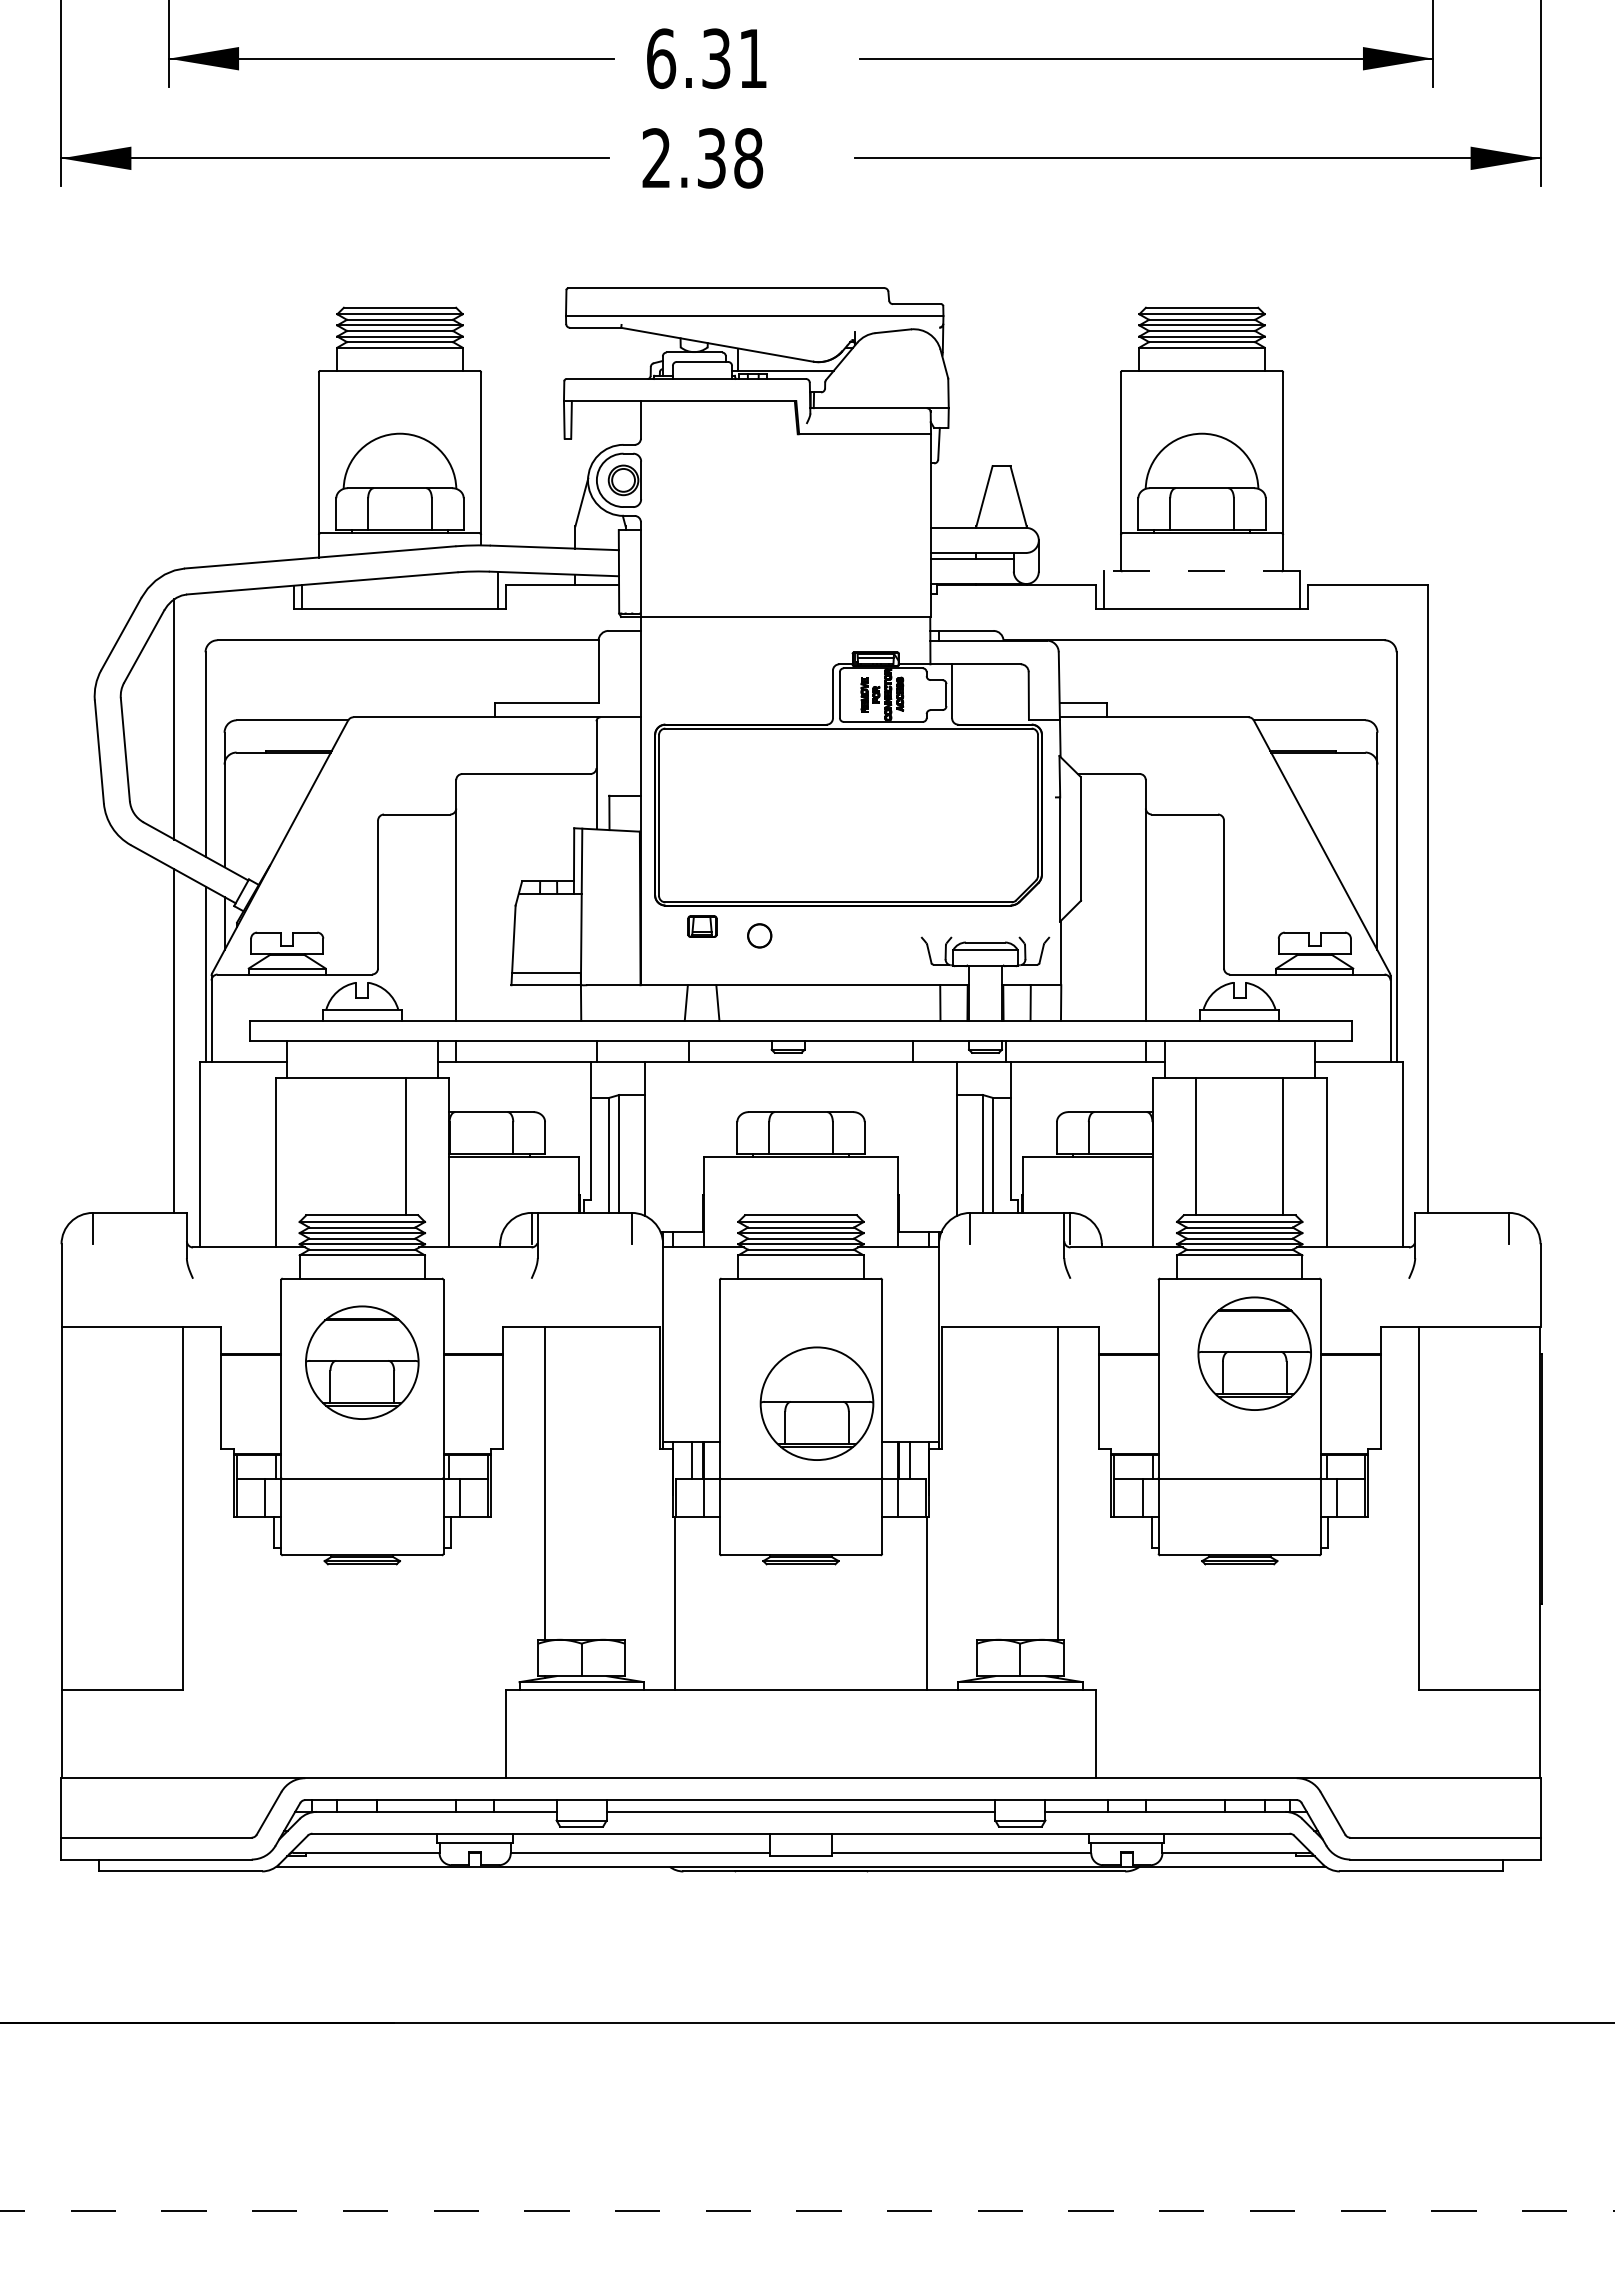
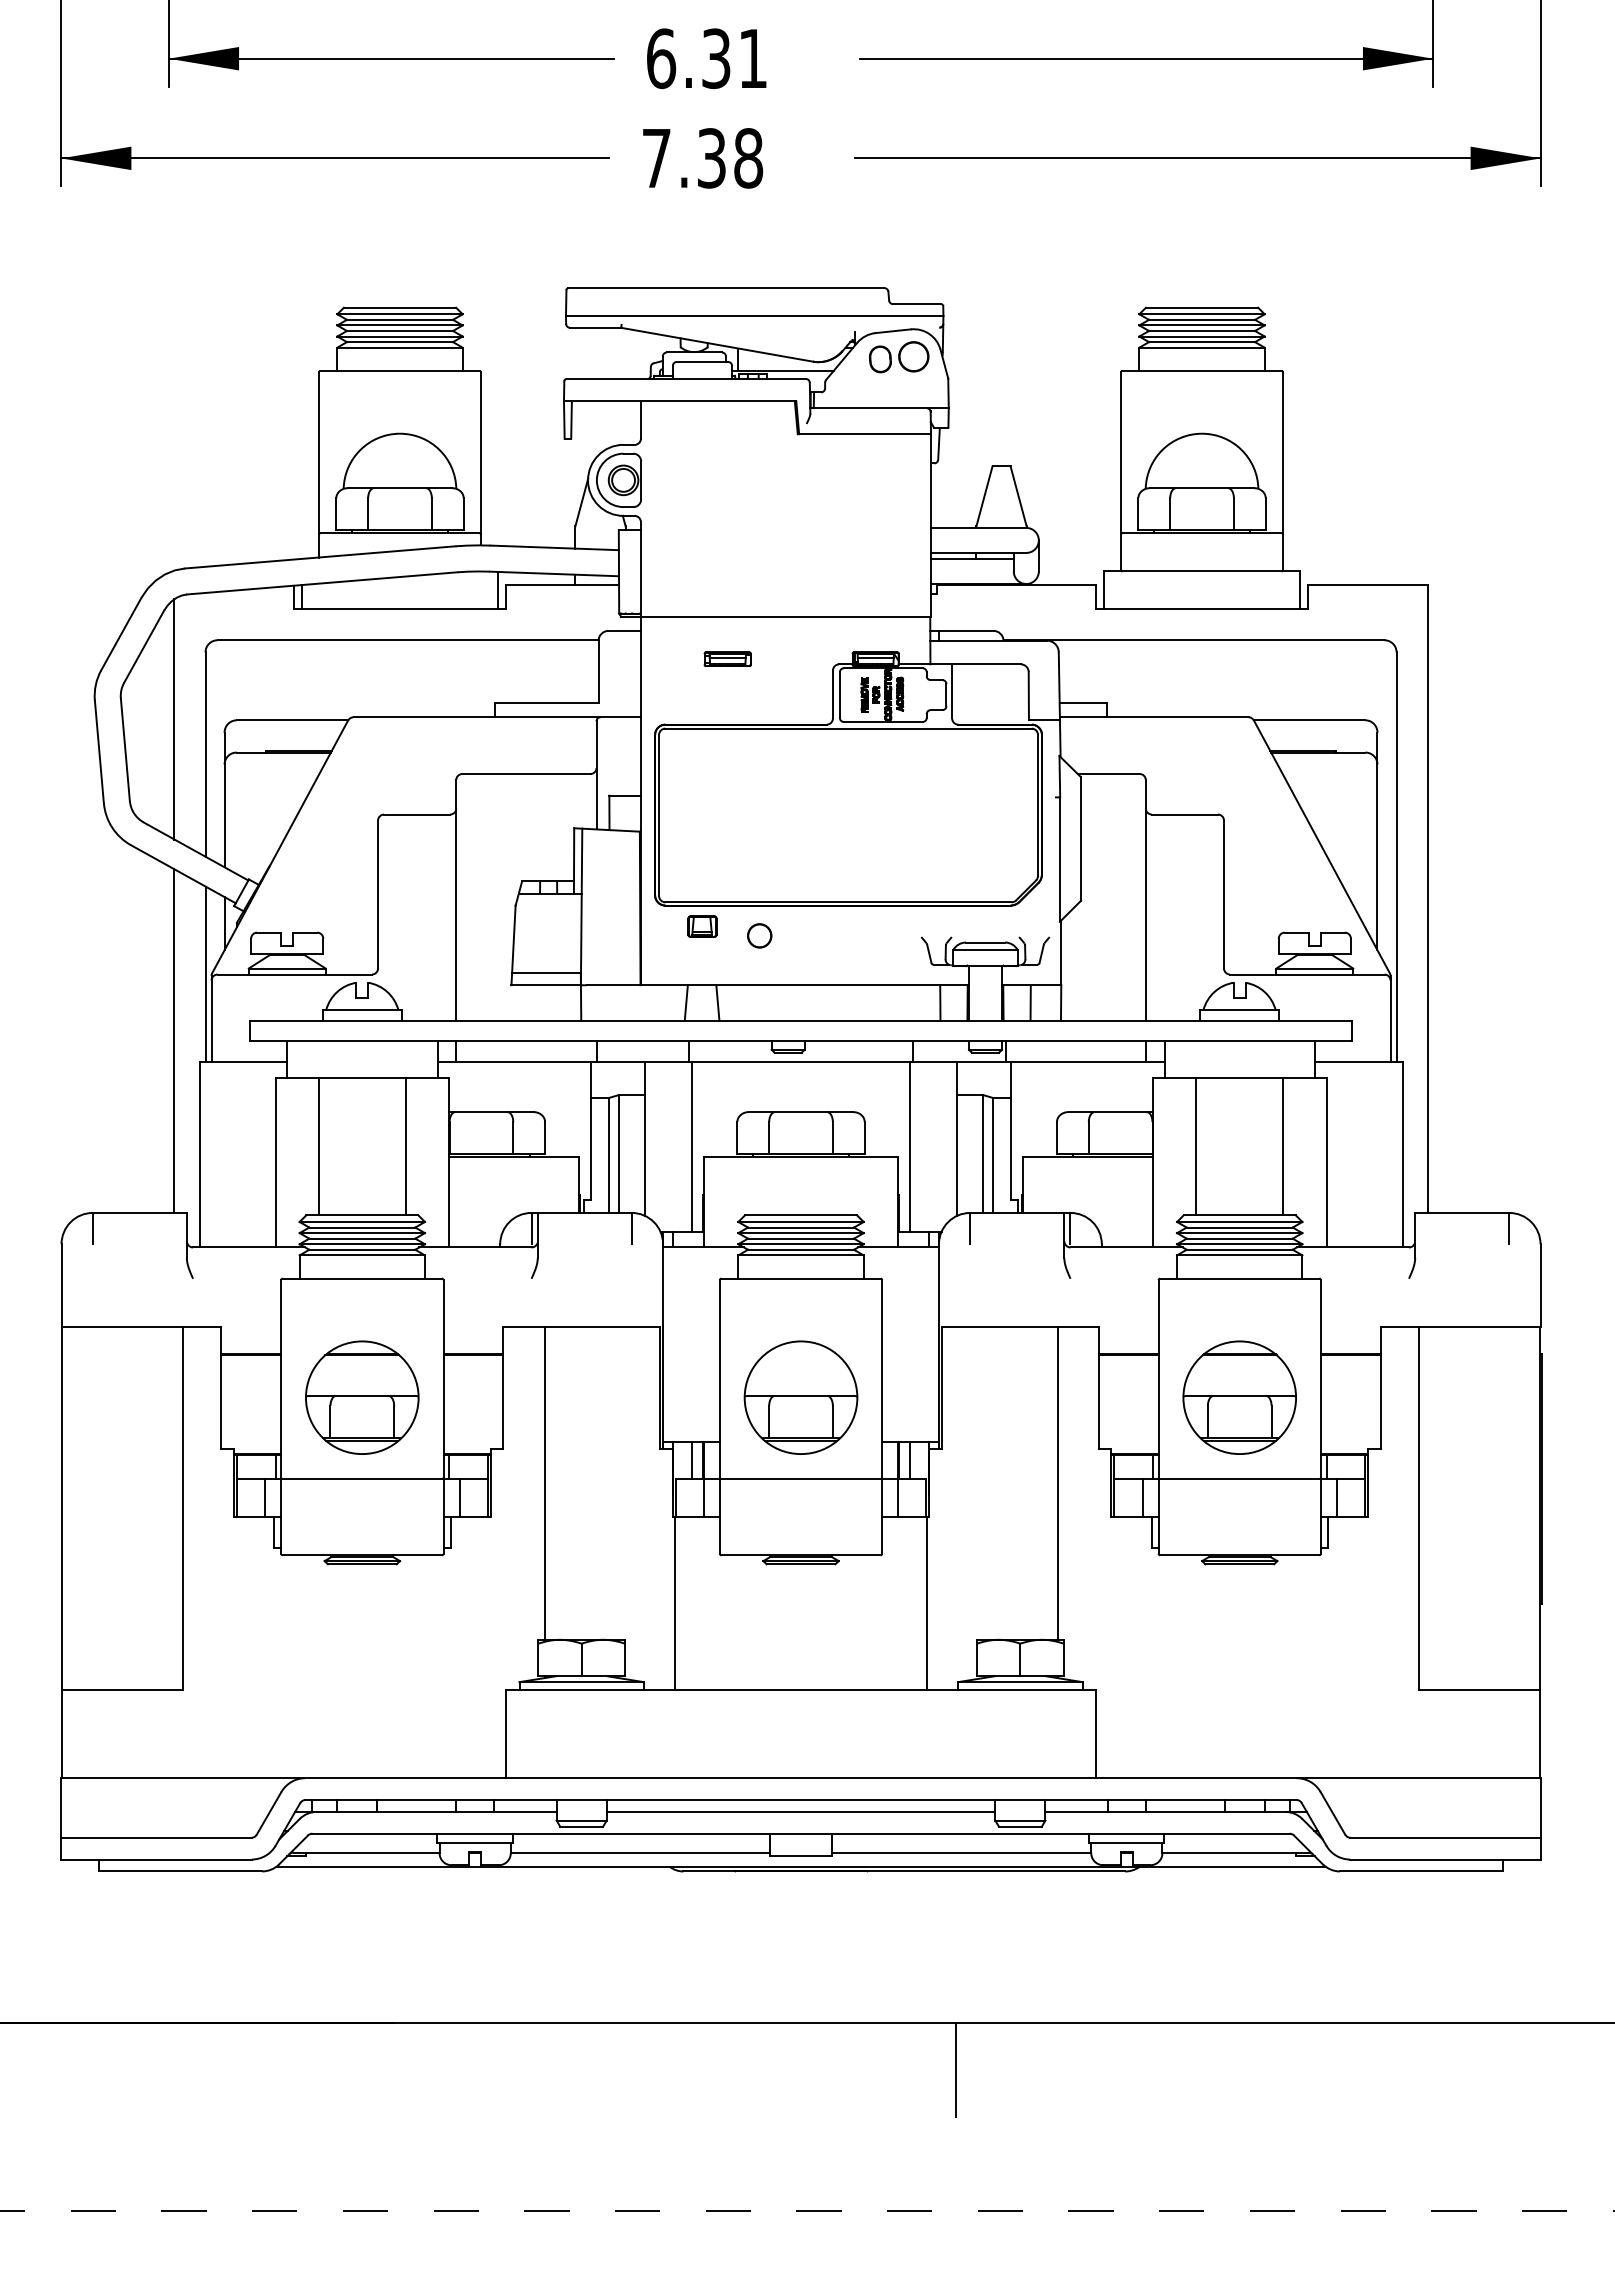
text at (656, 157): 2.38 -> 7.38
part at (899, 357): none -> present
line at (1201, 571): dashed -> solid
part at (727, 659): none -> present
line at (318, 1146): none -> present
line at (691, 1147): none -> present
line at (910, 1147): none -> present
part at (1254, 1353) position: (1254, 1353) -> (1239, 1397)
part at (362, 1362) position: (362, 1362) -> (362, 1397)
part at (816, 1403) position: (816, 1403) -> (800, 1397)
line at (955, 2069): none -> present
